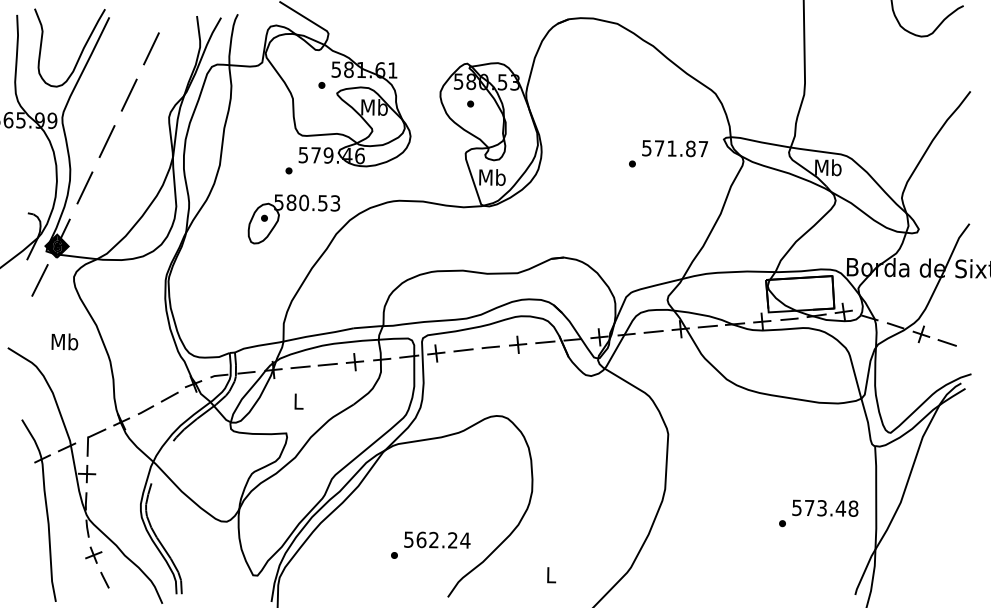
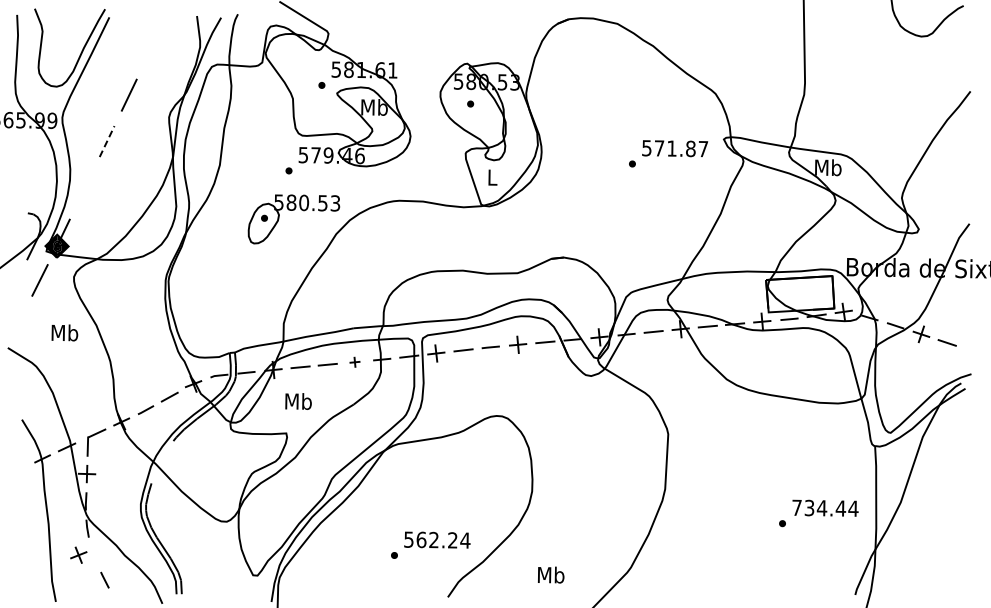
line at (151, 48): present -> none
line at (107, 141): solid -> dashed
text at (492, 177): Mb -> L
line at (84, 187): present -> none
text at (64, 341) position: (64, 341) -> (64, 332)
part at (354, 362) size: 20x19 px -> 12x12 px
text at (298, 401): L -> Mb
text at (825, 507): 573.48 -> 734.44
part at (93, 554) position: (93, 554) -> (78, 554)
text at (550, 574): L -> Mb
